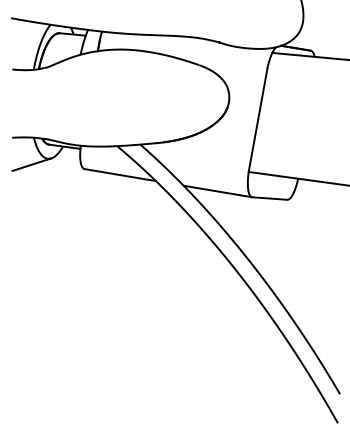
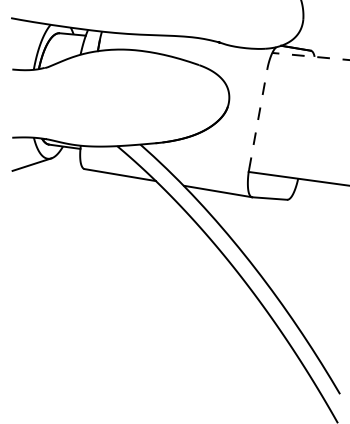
line at (311, 56): solid -> dashed
line at (258, 119): solid -> dashed
